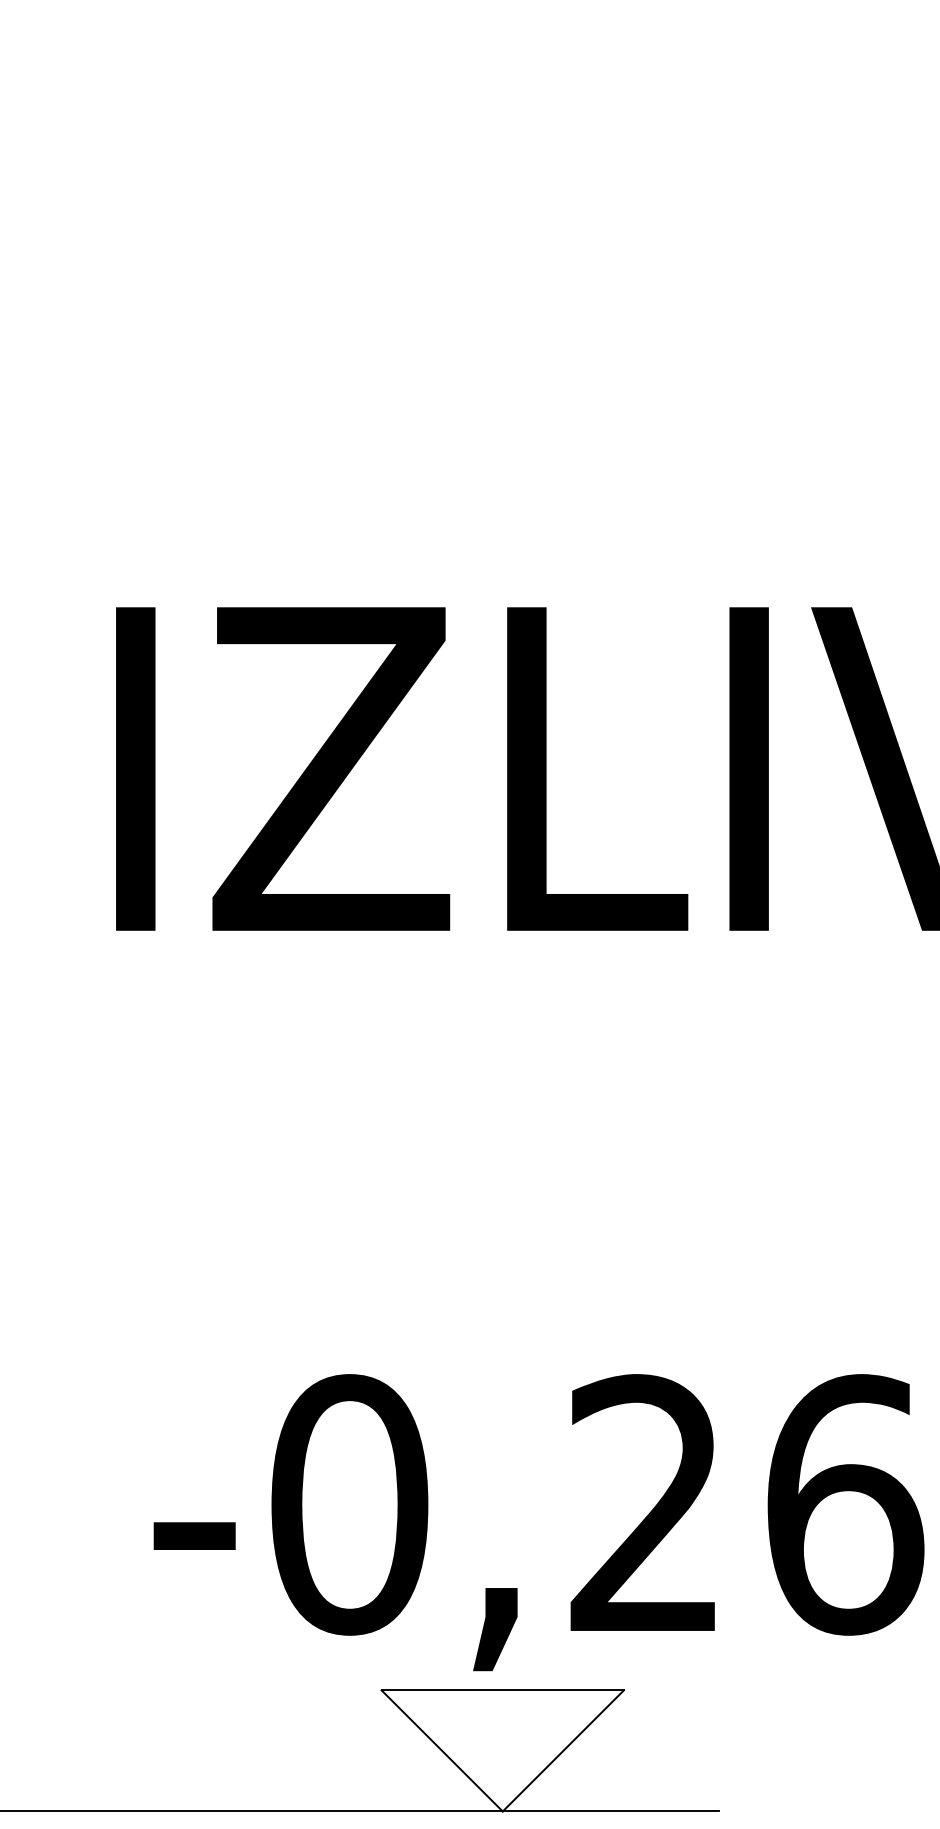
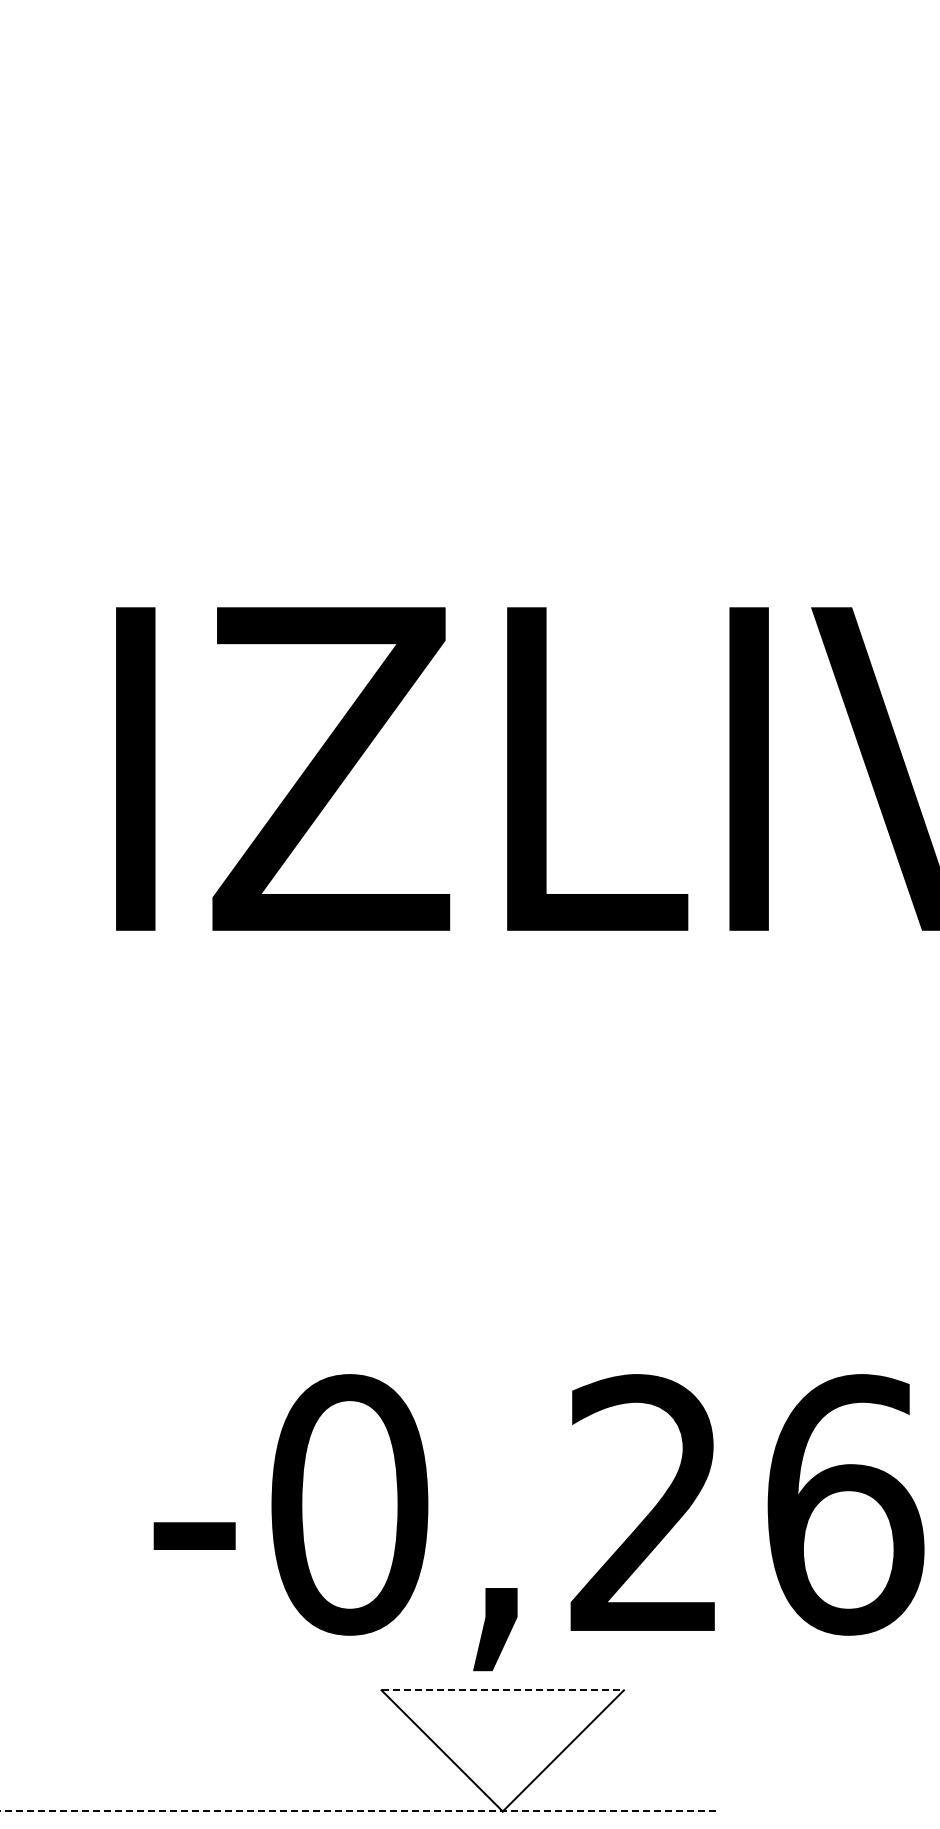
line at (503, 1690): solid -> dashed
line at (360, 1811): solid -> dashed
